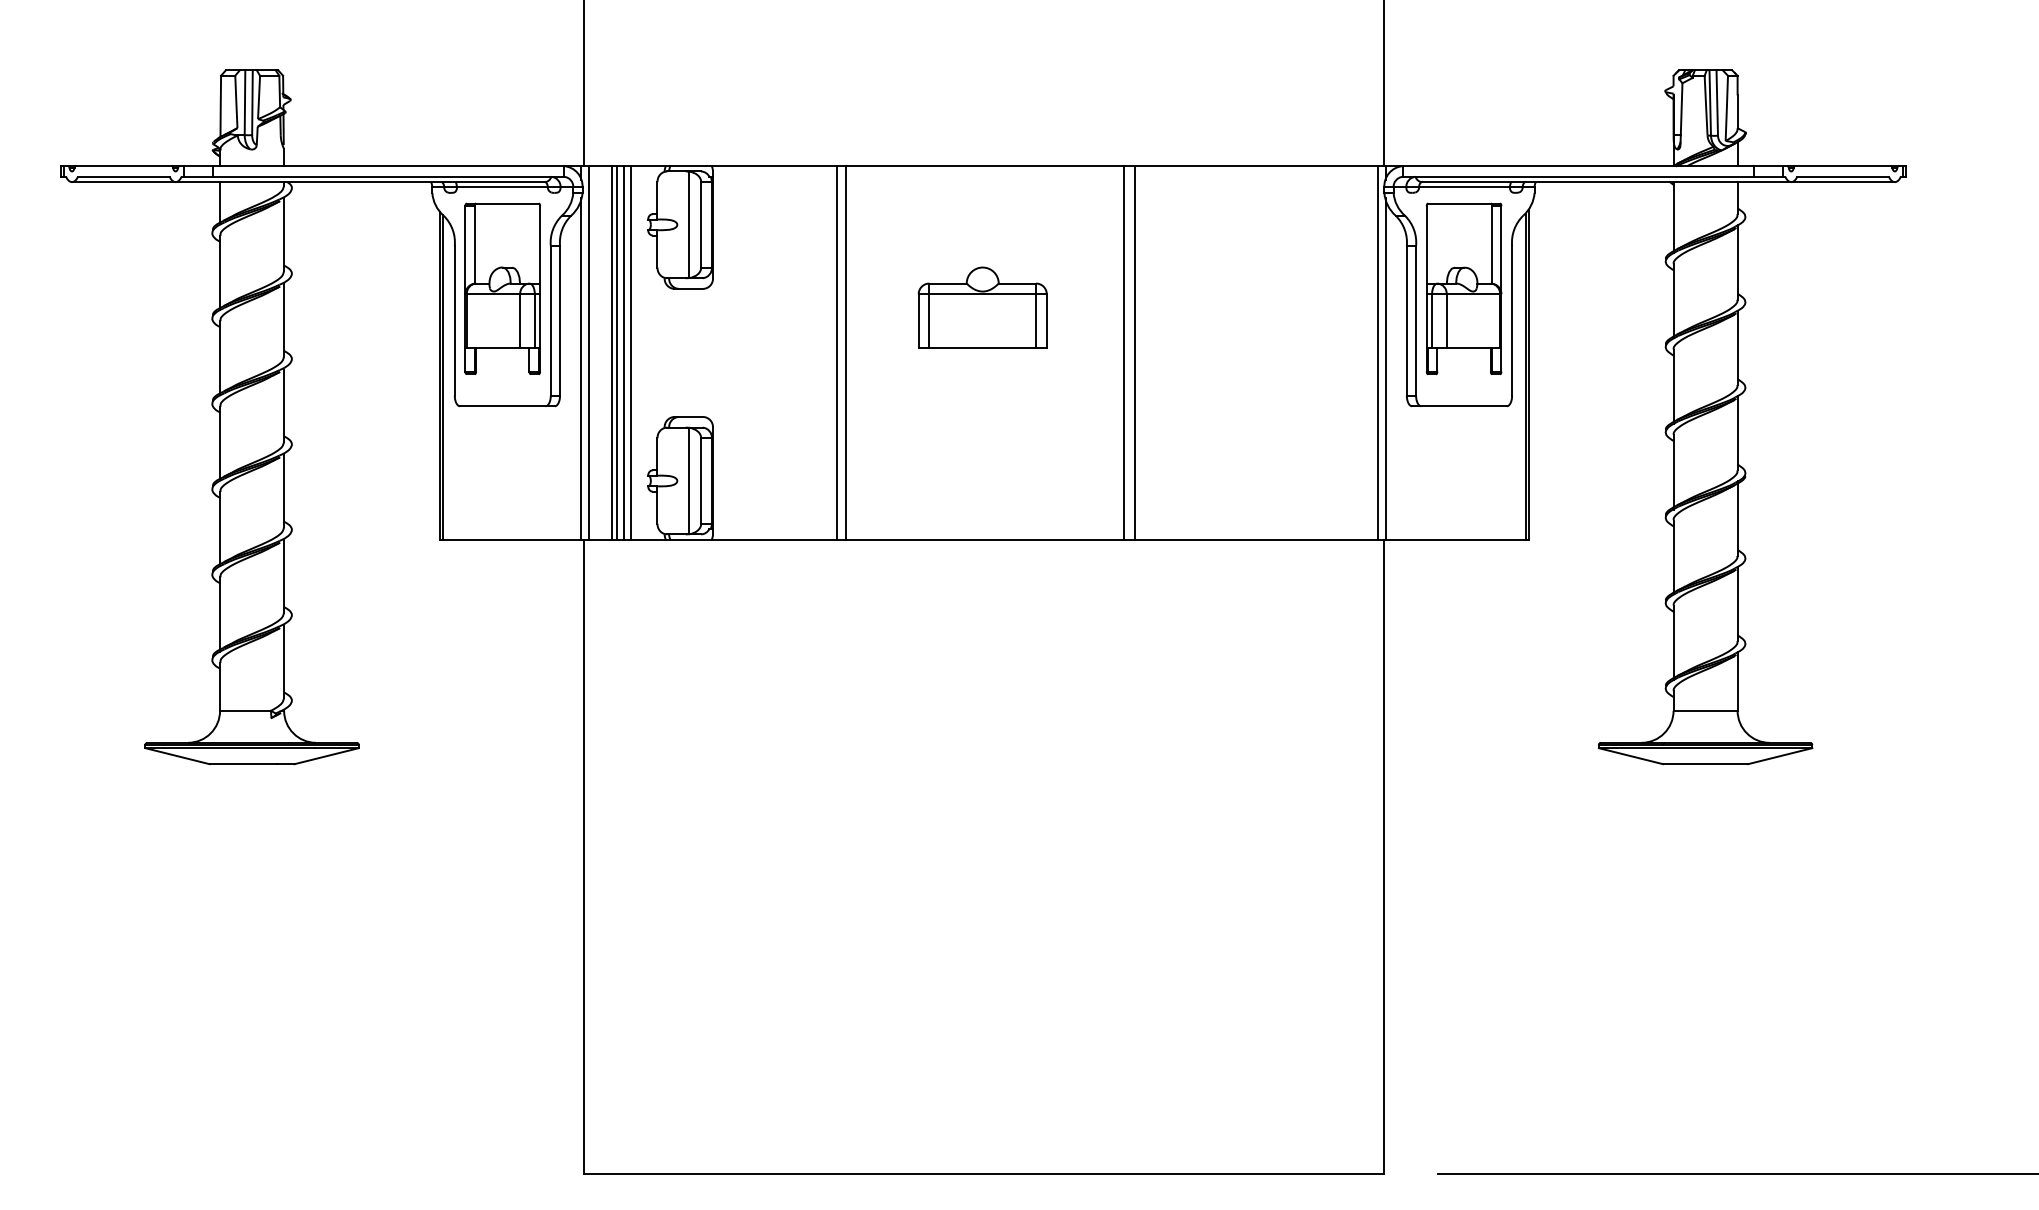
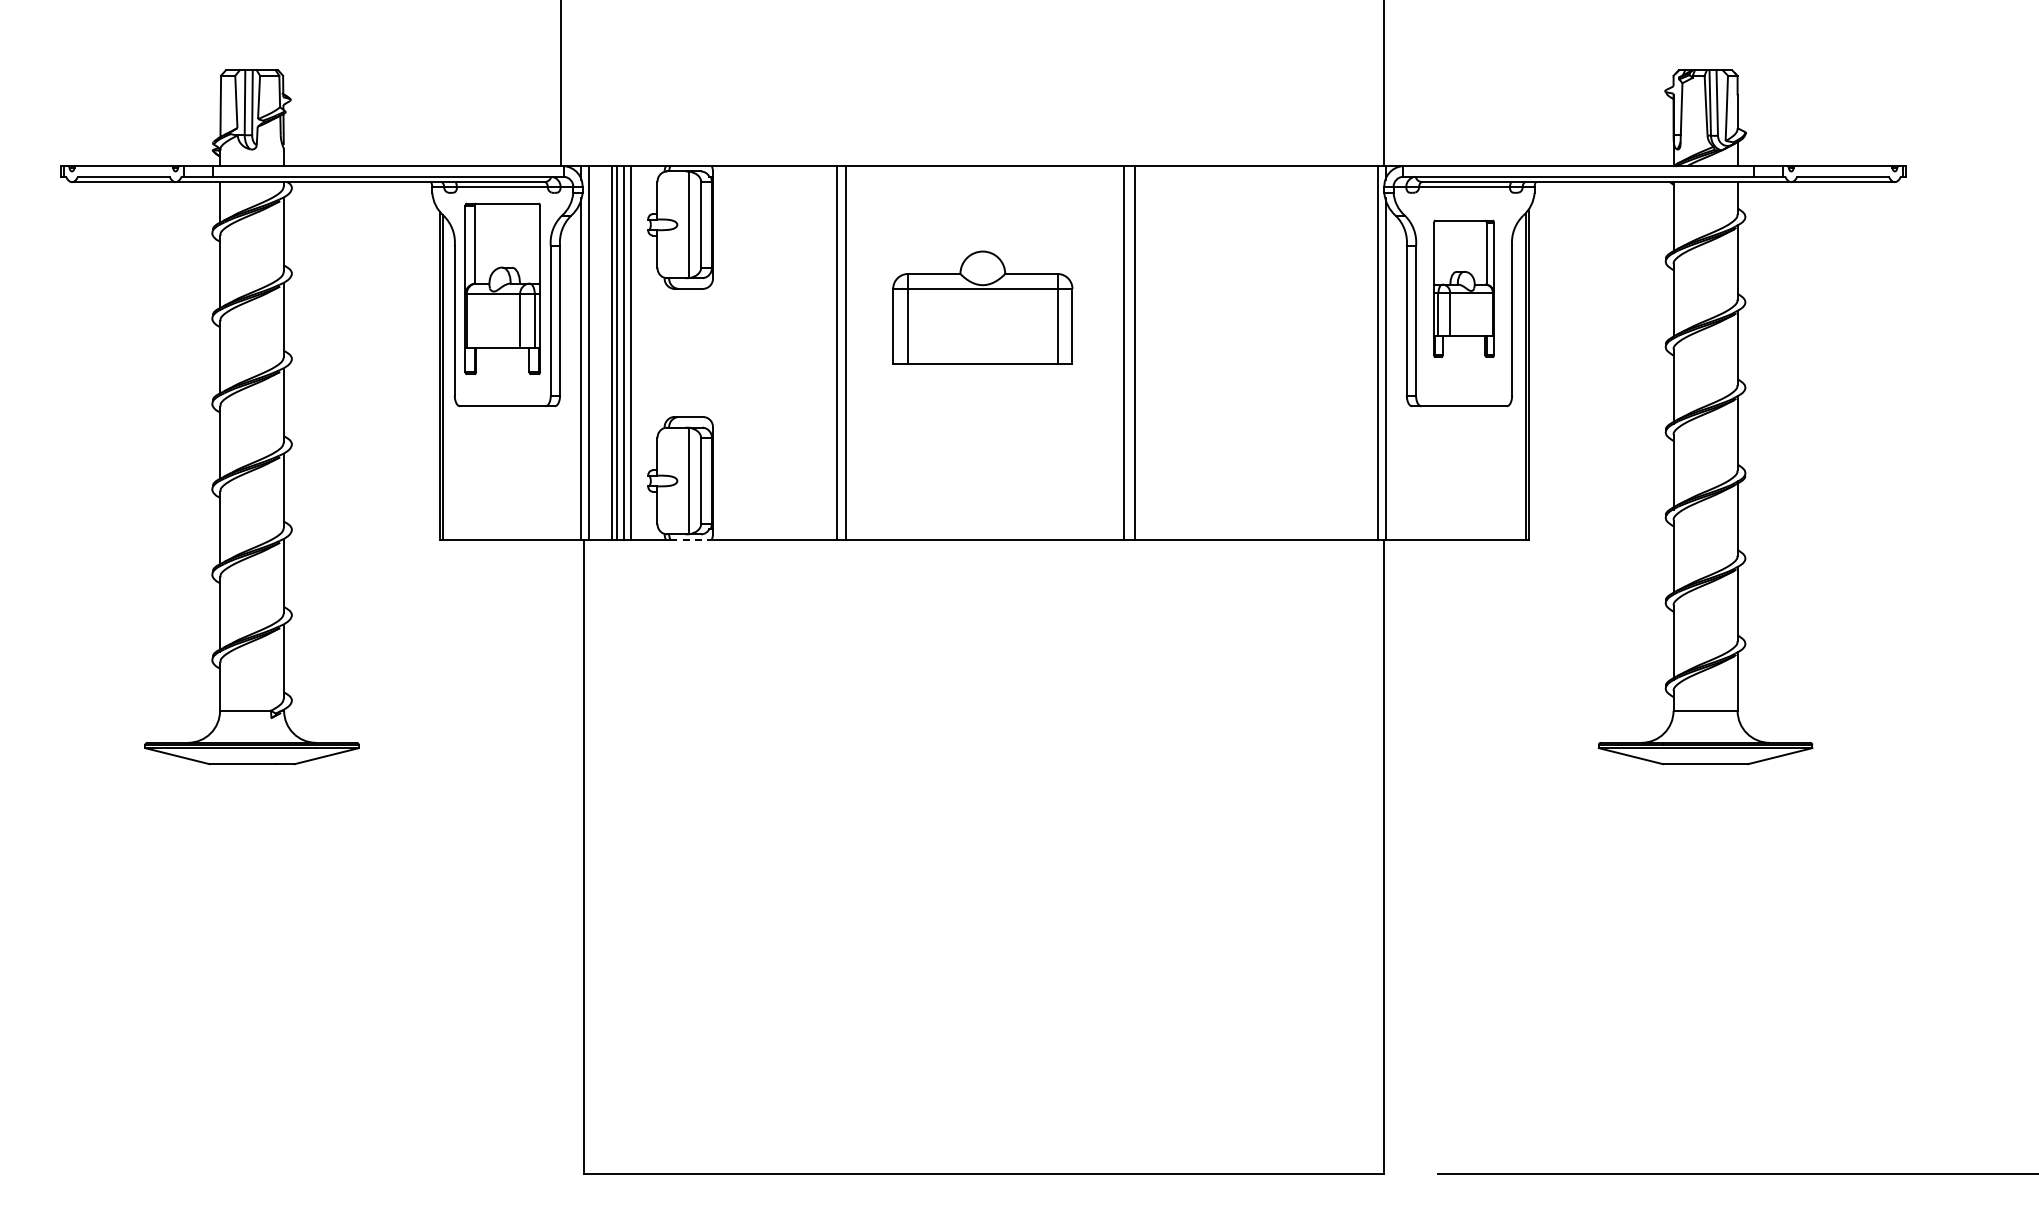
line at (583, 84) position: (583, 84) -> (560, 84)
part at (1463, 288) size: 78x173 px -> 62x139 px
part at (982, 307) size: 131x83 px -> 182x115 px
line at (691, 539): solid -> dashed
